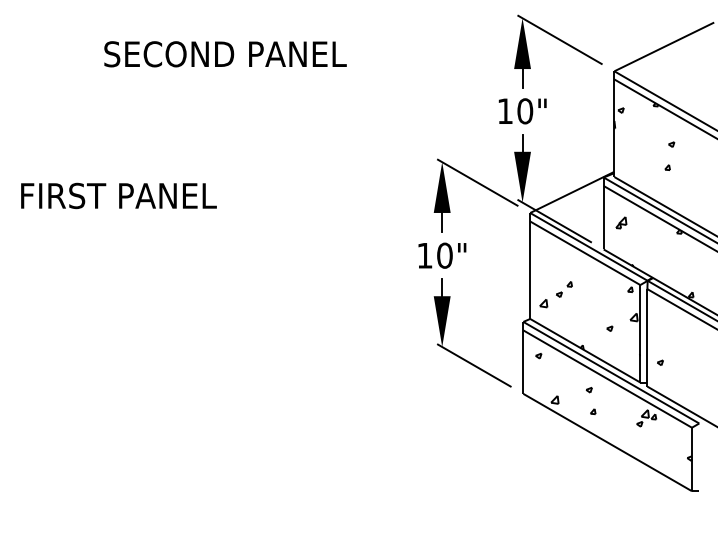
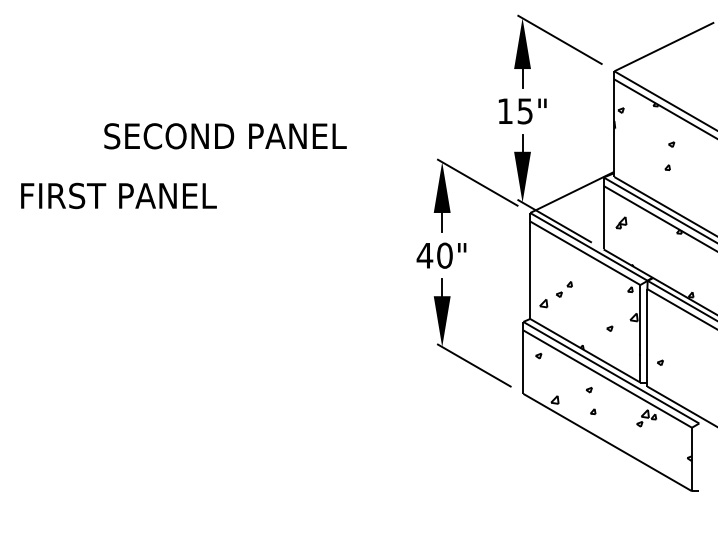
text at (225, 54) position: (225, 54) -> (225, 136)
text at (525, 111): 10" -> 15"
text at (424, 255): 10" -> 40"
